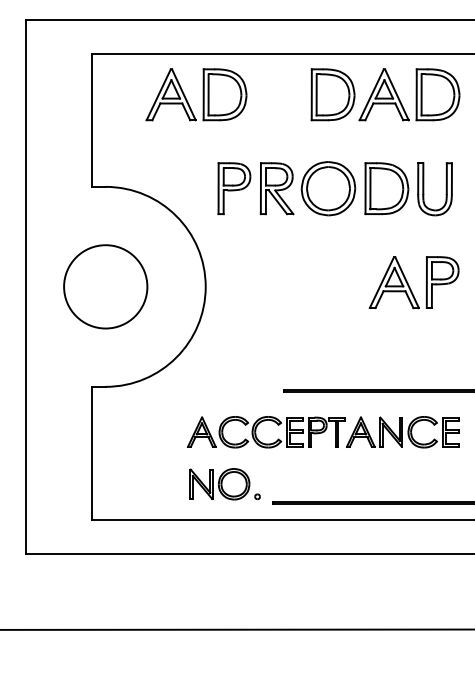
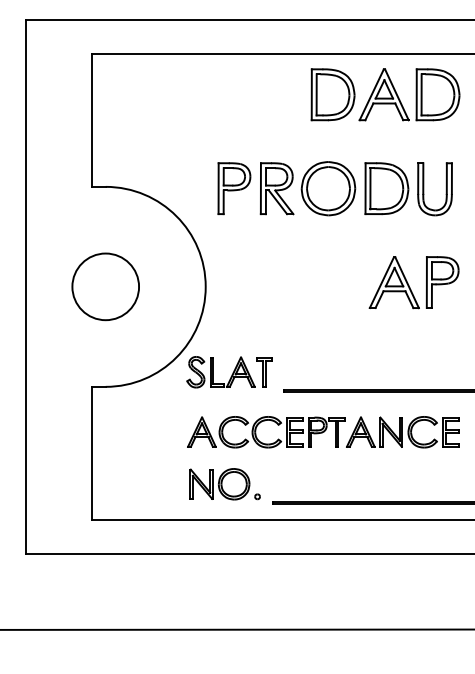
part at (196, 94): present -> none
circle at (105, 286) diameter: 83 px -> 67 px
part at (229, 372): none -> present
